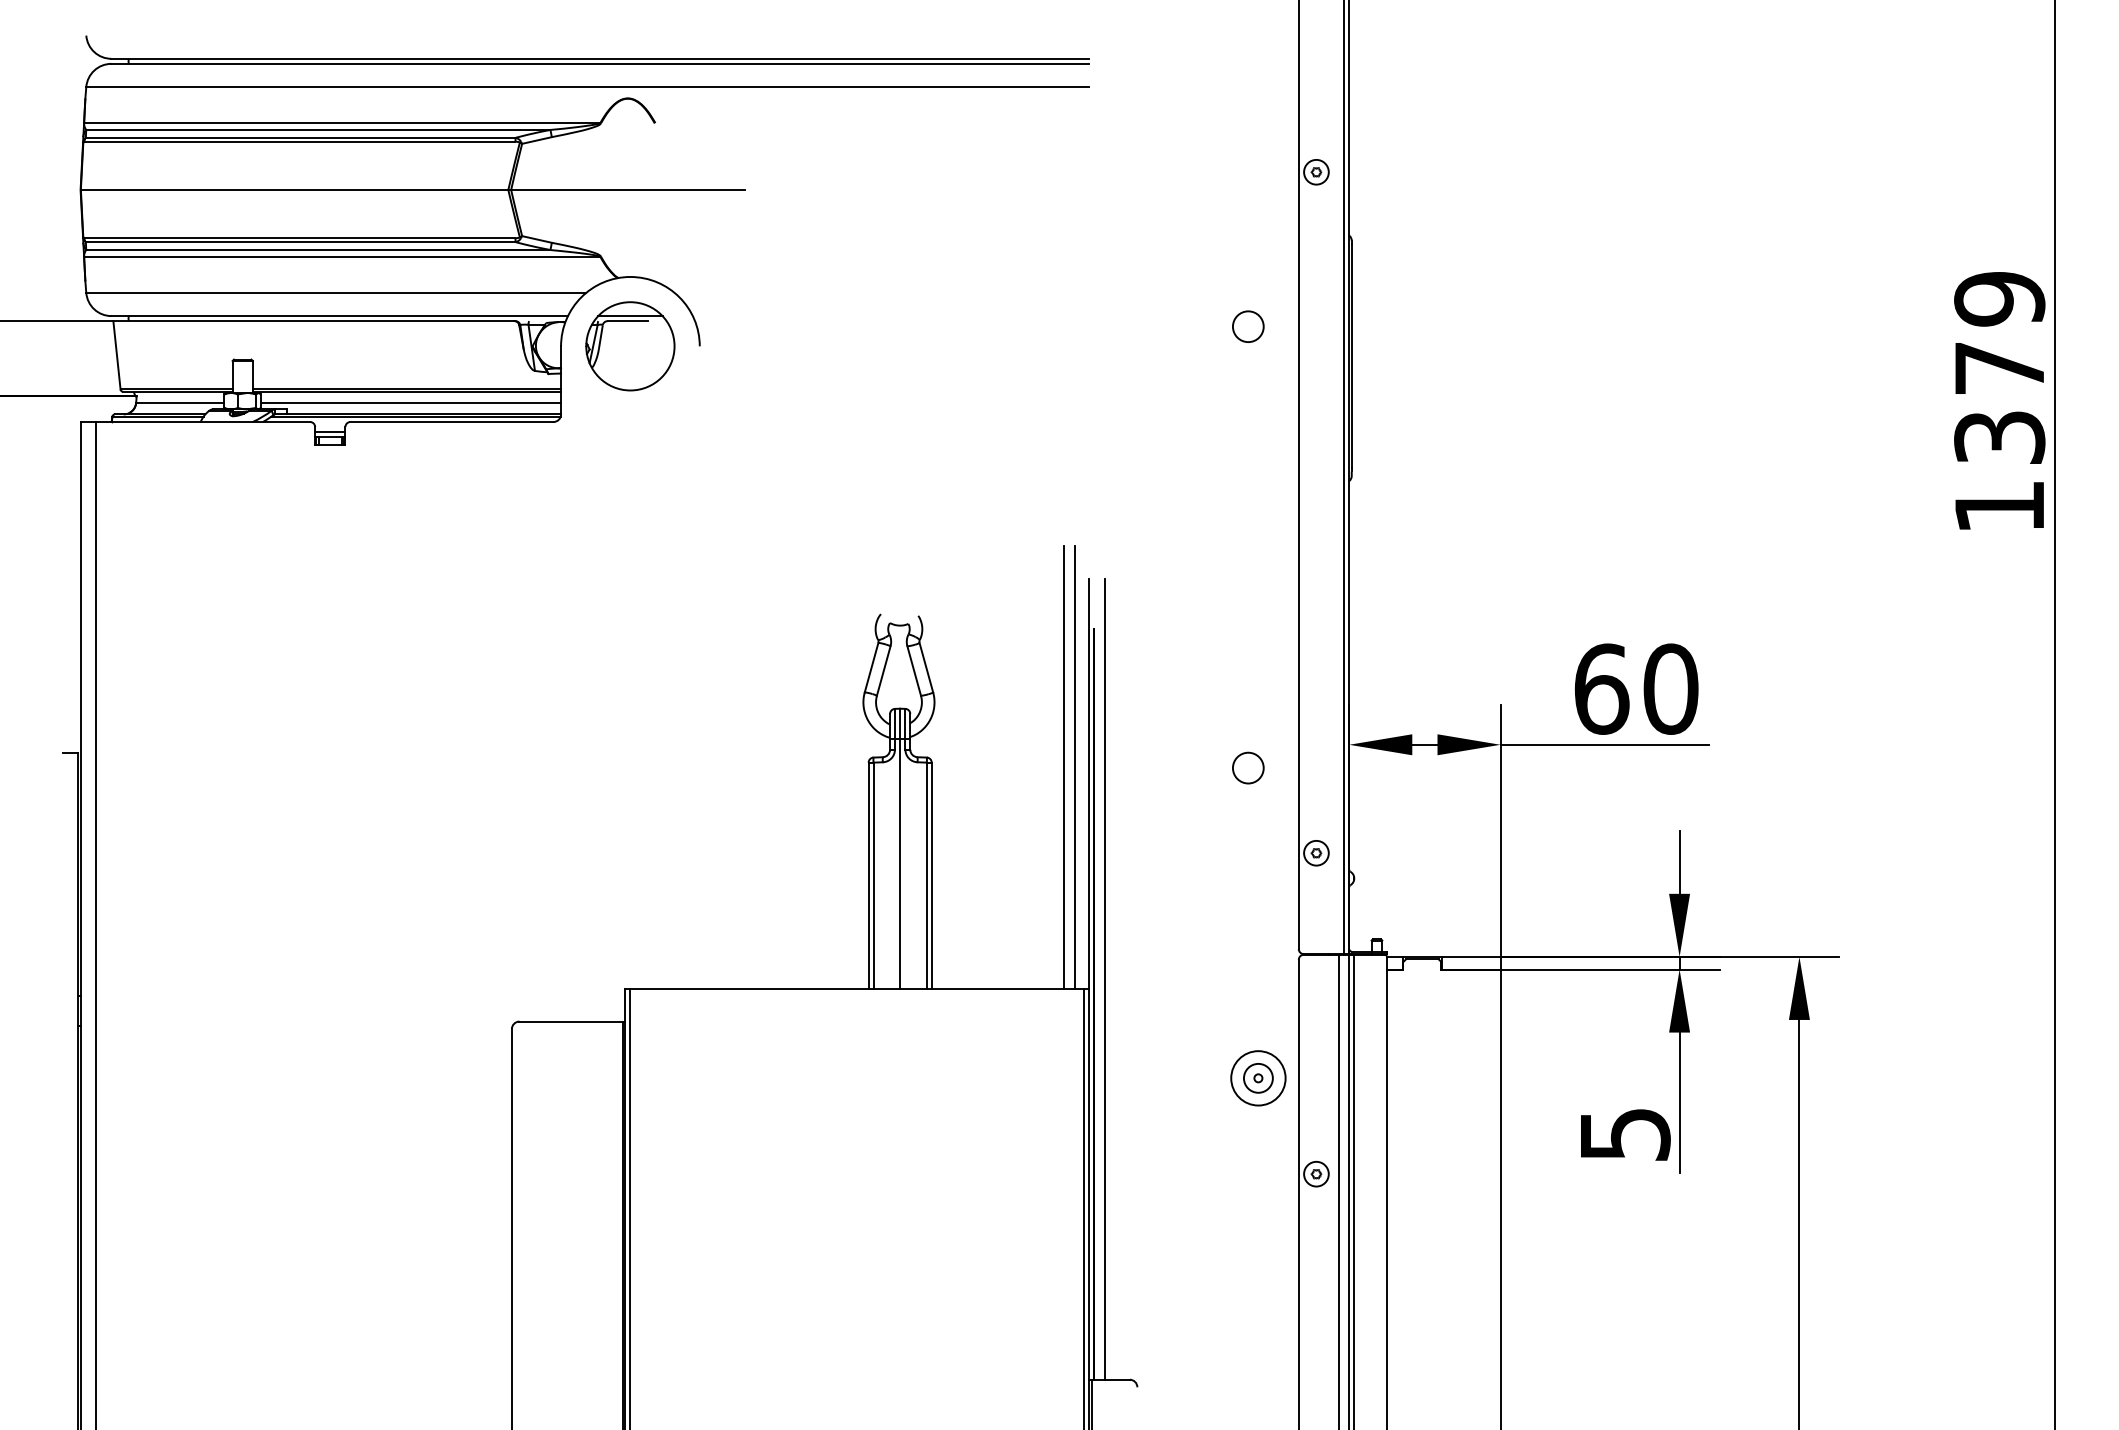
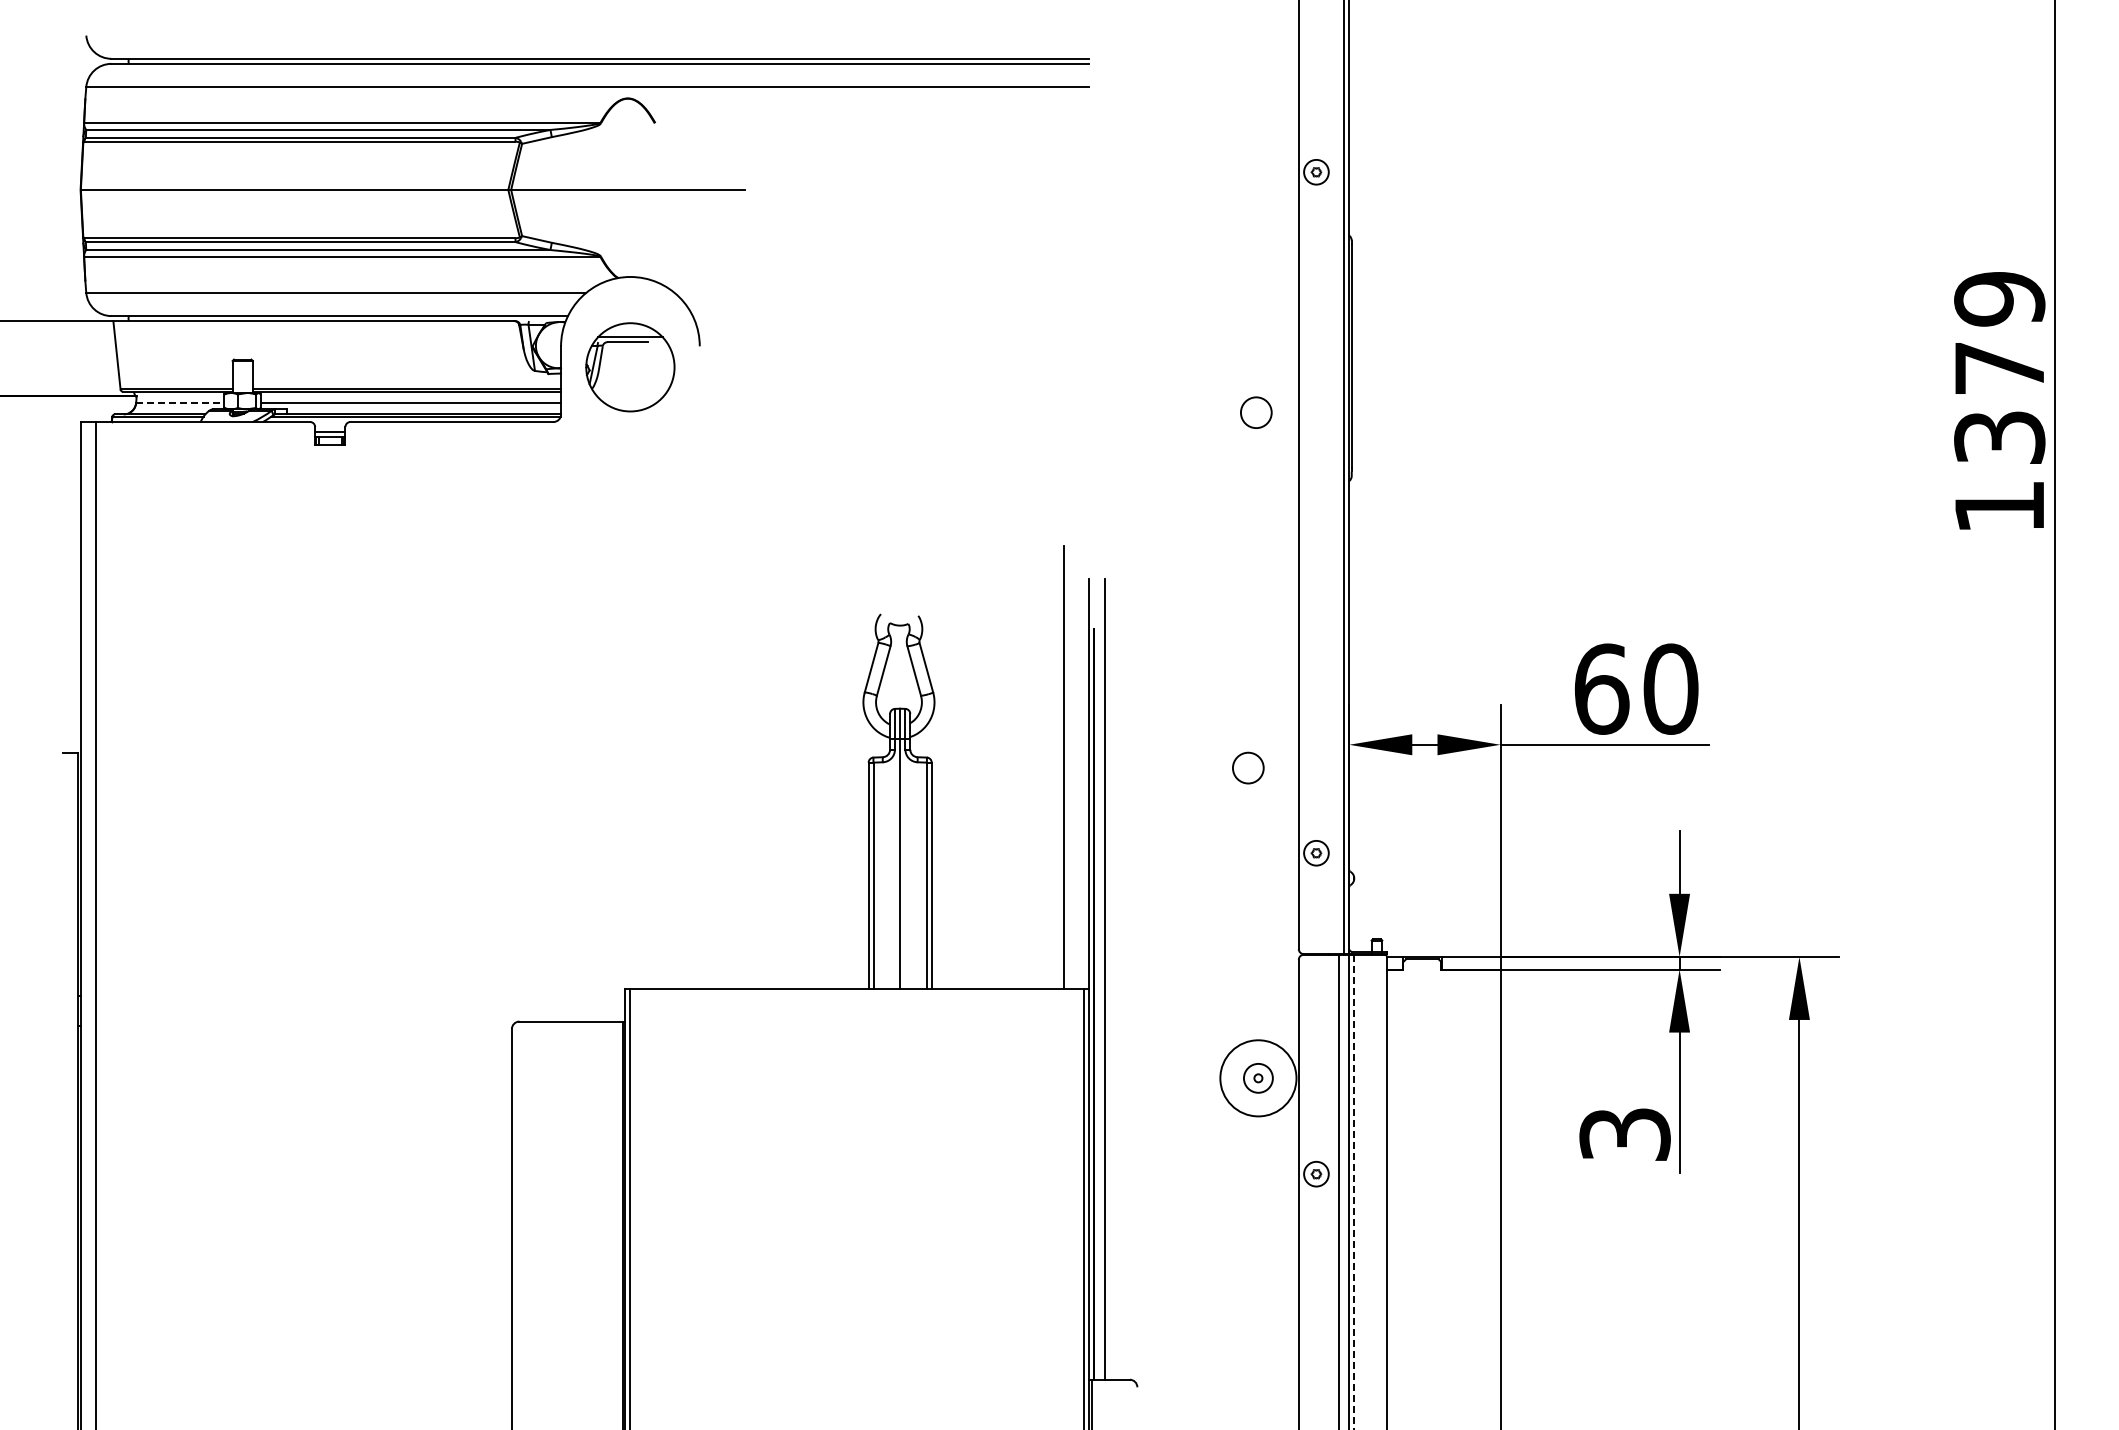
circle at (1248, 326) position: (1248, 326) -> (1256, 412)
part at (630, 346) position: (630, 346) -> (630, 367)
line at (180, 402): solid -> dashed
line at (1075, 767): present -> none
circle at (1258, 1078) diameter: 54 px -> 76 px
text at (1624, 1134): 5 -> 3
line at (1354, 1191): solid -> dashed
